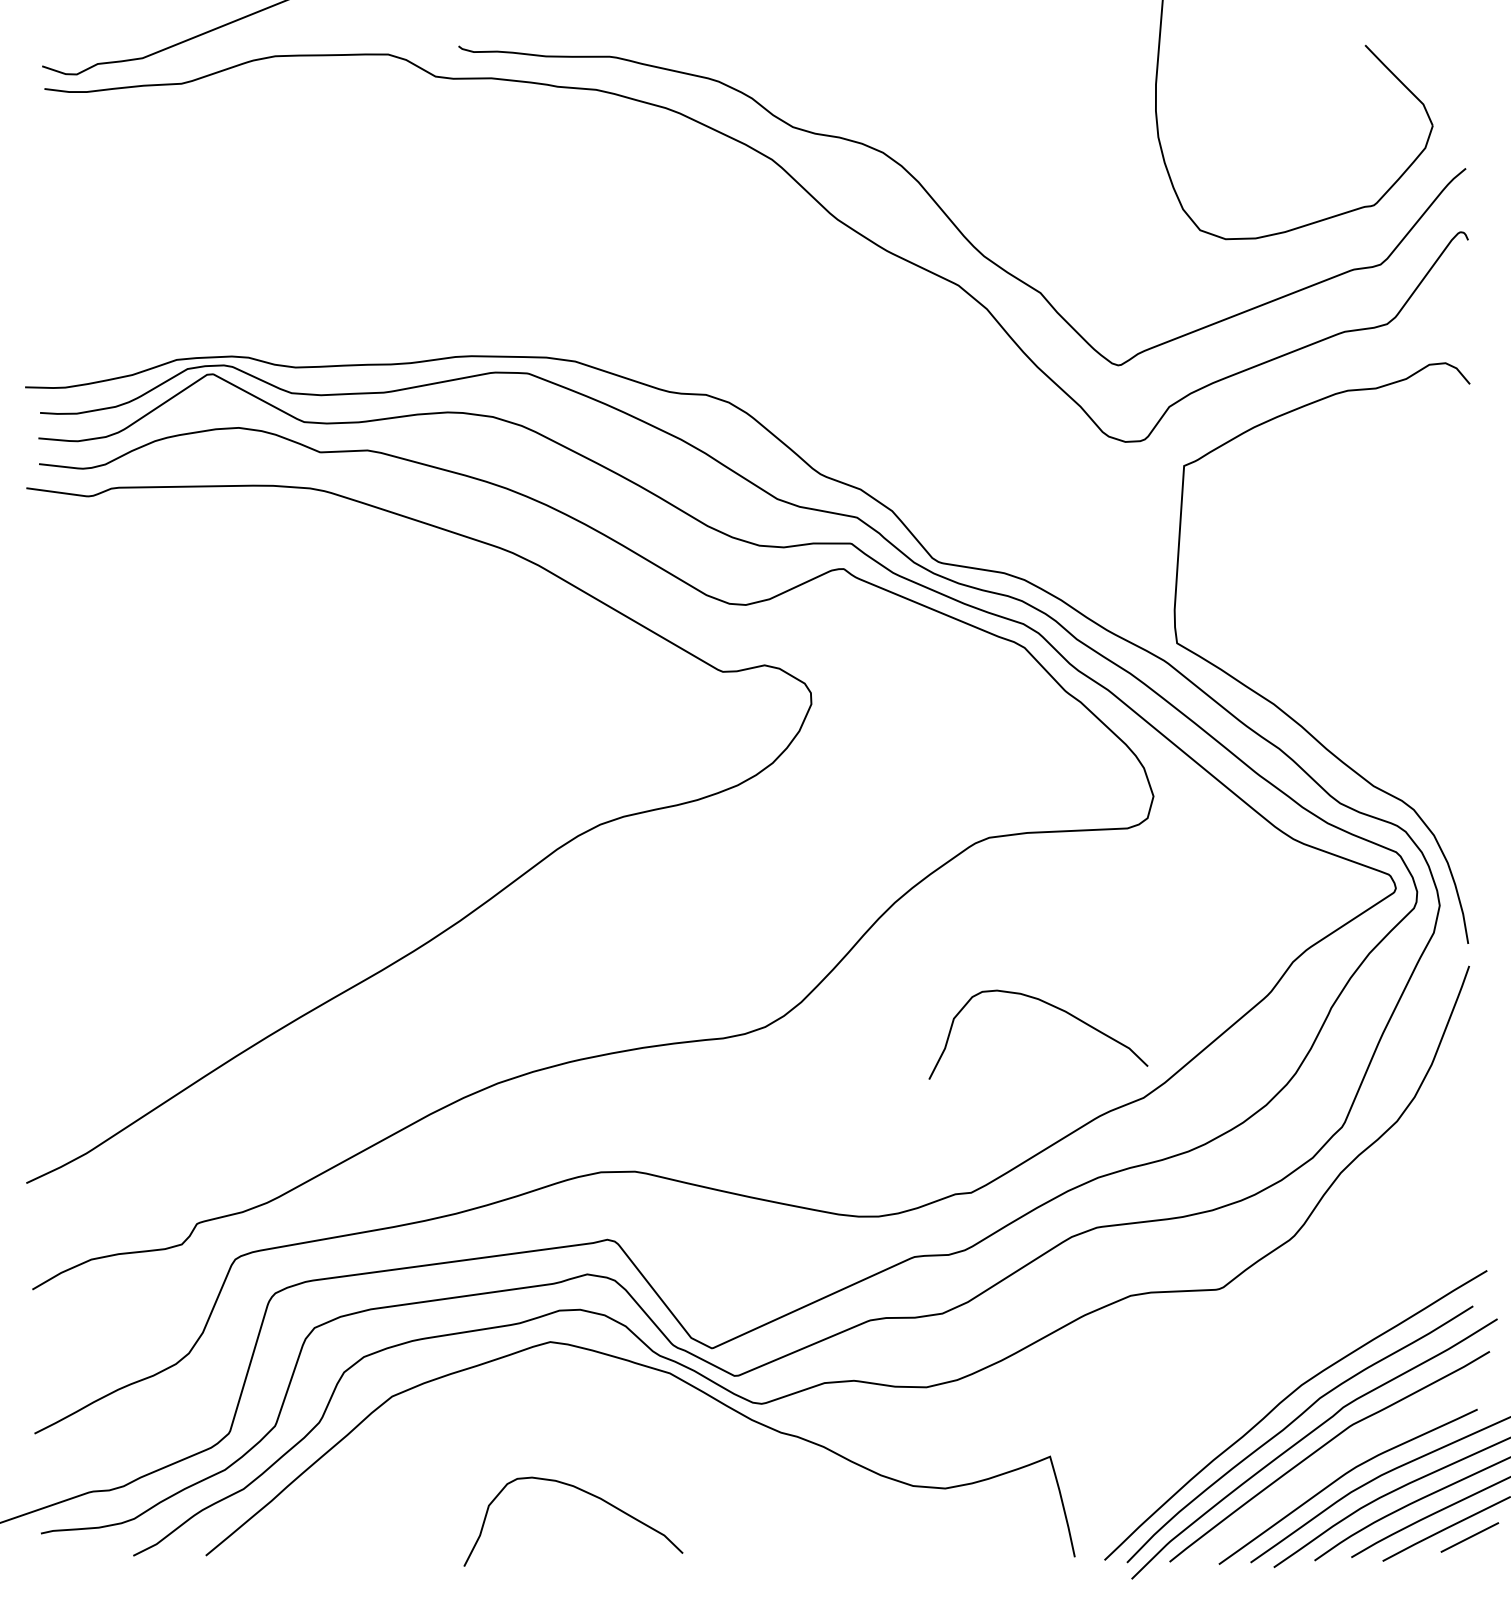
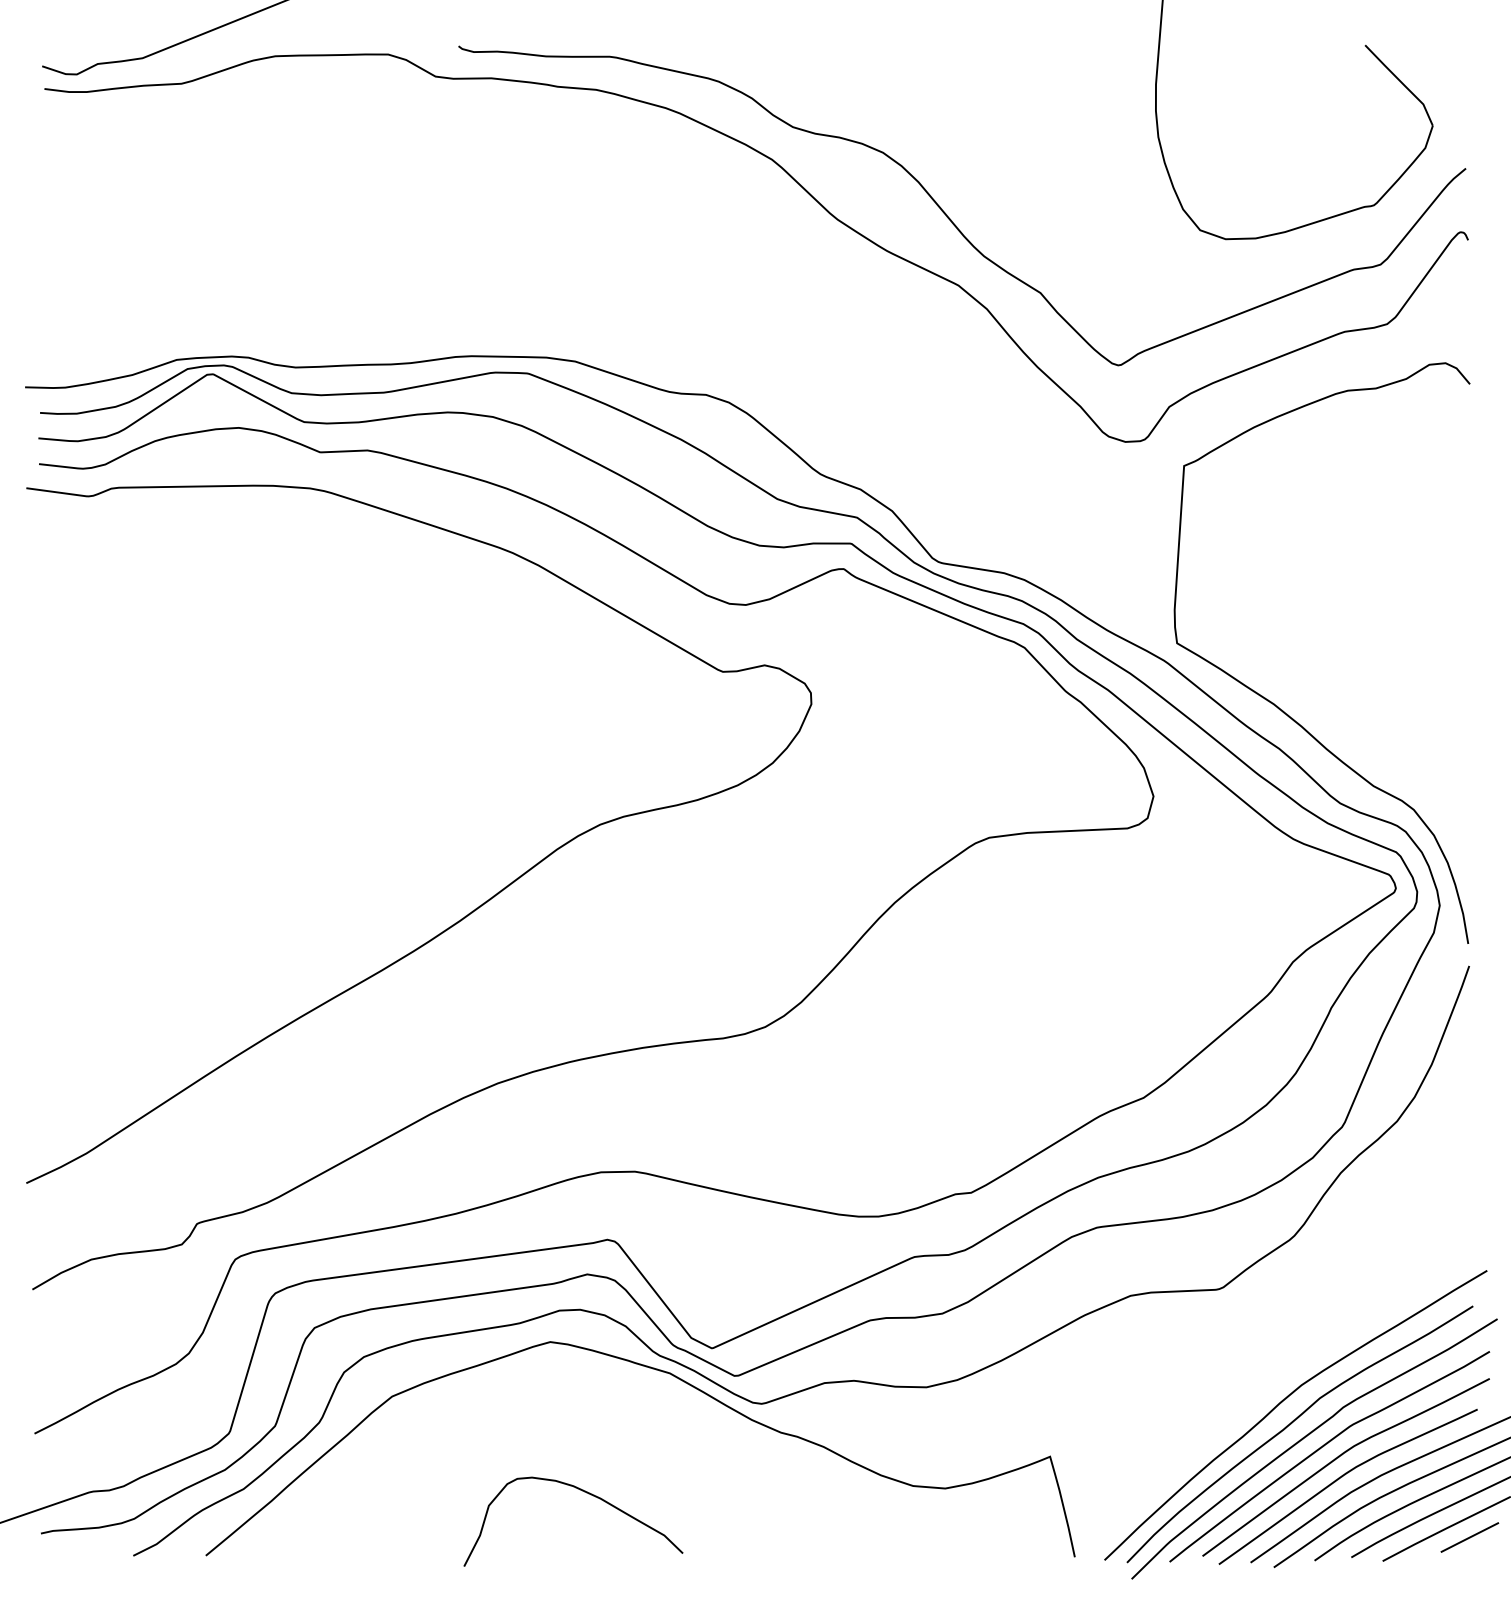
curve at (1051, 1006): present -> none
curve at (1338, 1458): none -> present
